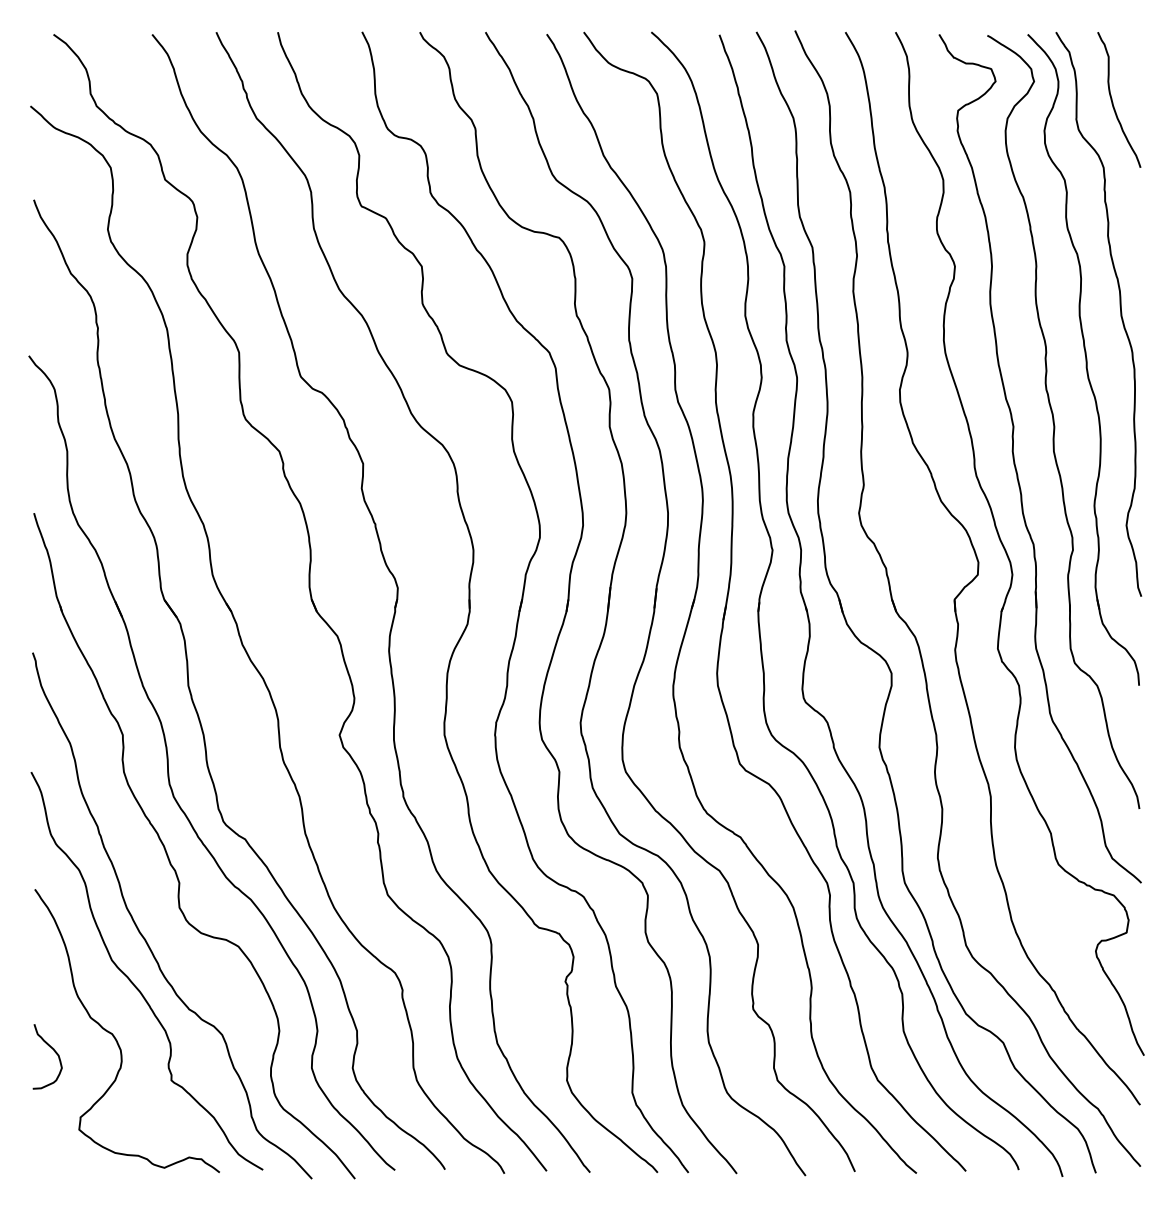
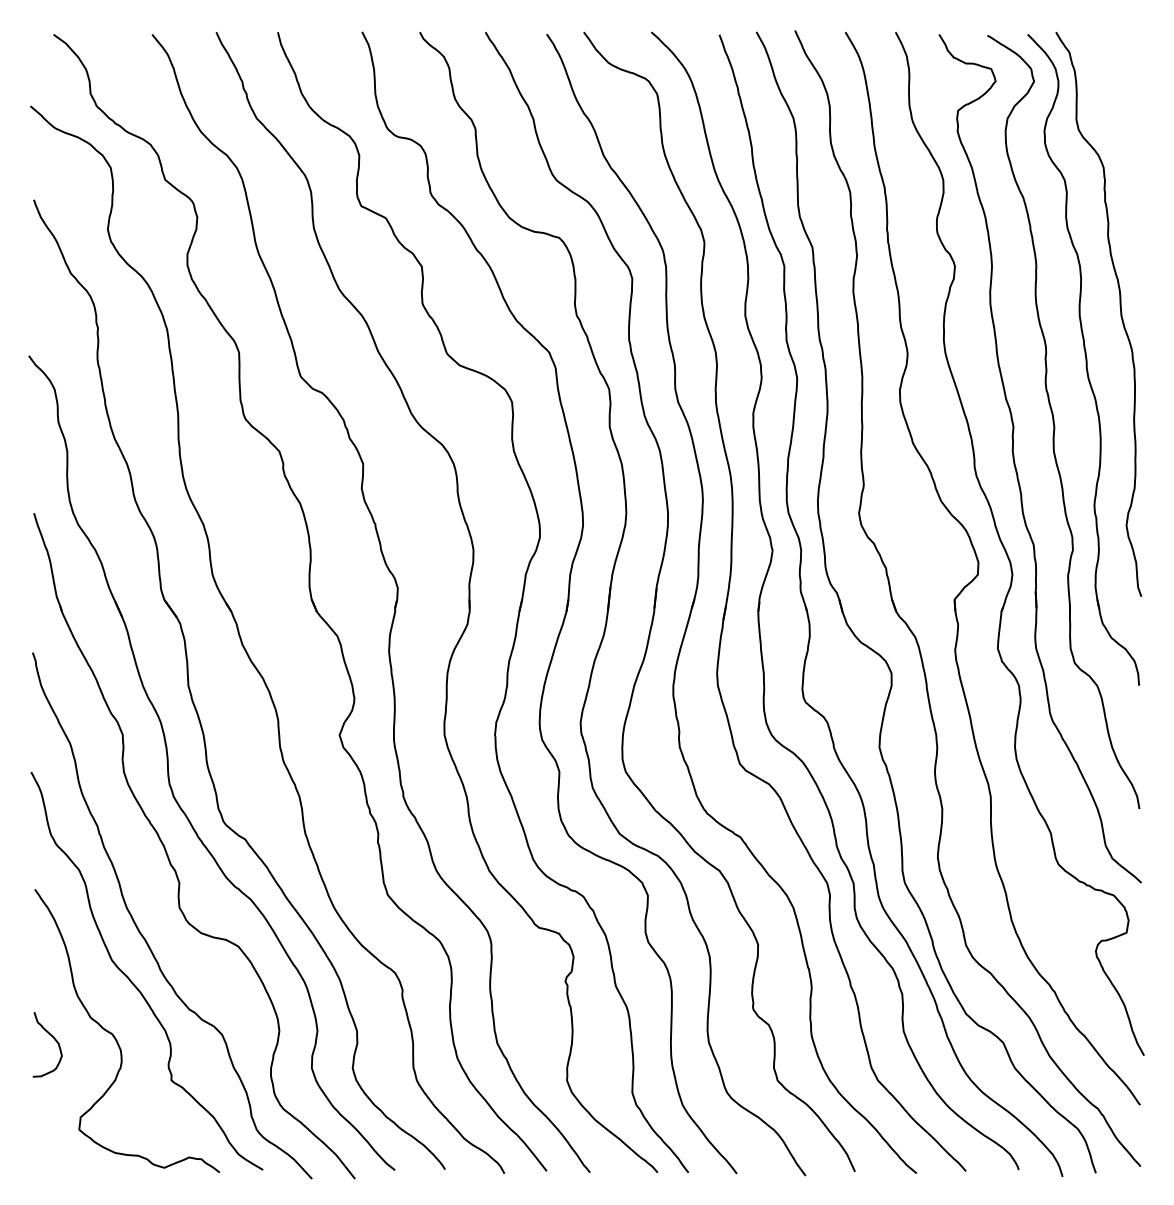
curve at (1113, 102): present -> none
curve at (54, 1052) position: (54, 1052) -> (54, 1040)
